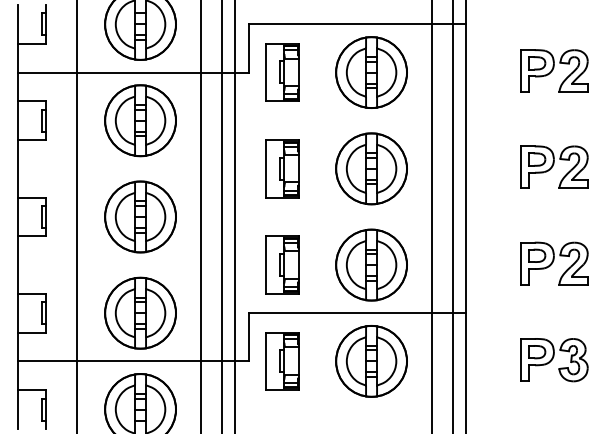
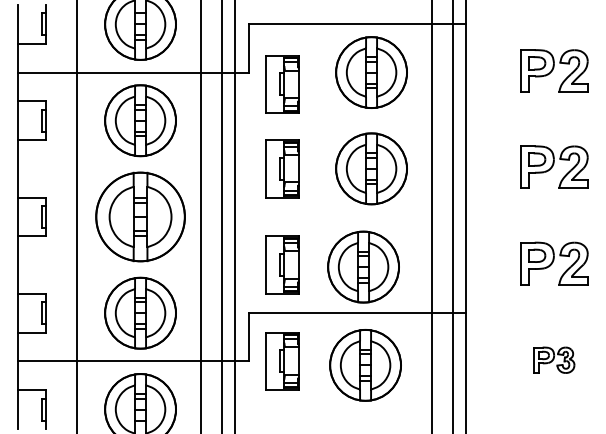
part at (282, 72) position: (282, 72) -> (282, 84)
part at (140, 216) size: 73x74 px -> 91x92 px
part at (371, 264) position: (371, 264) -> (363, 266)
part at (554, 360) size: 69x45 px -> 43x28 px
part at (371, 361) position: (371, 361) -> (365, 365)
